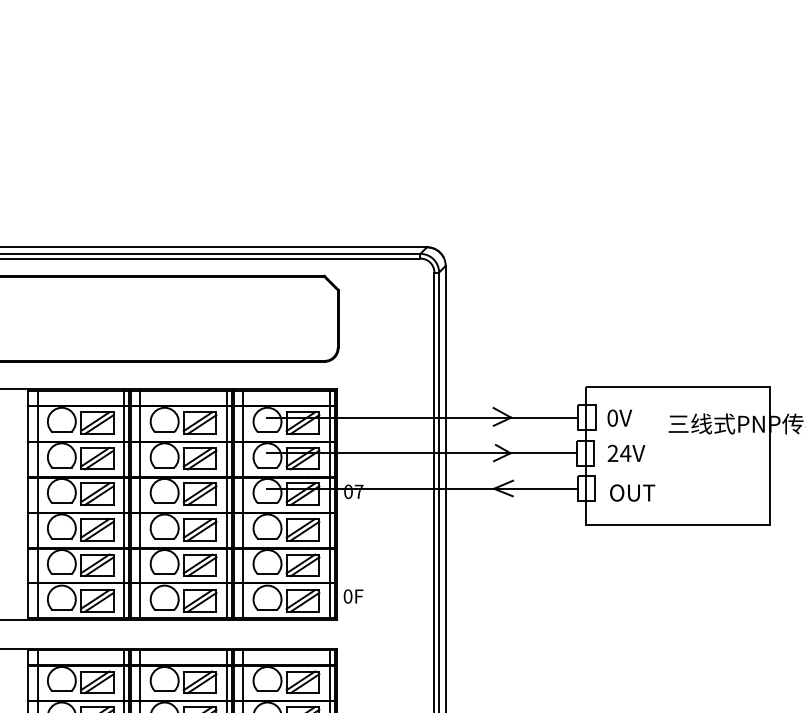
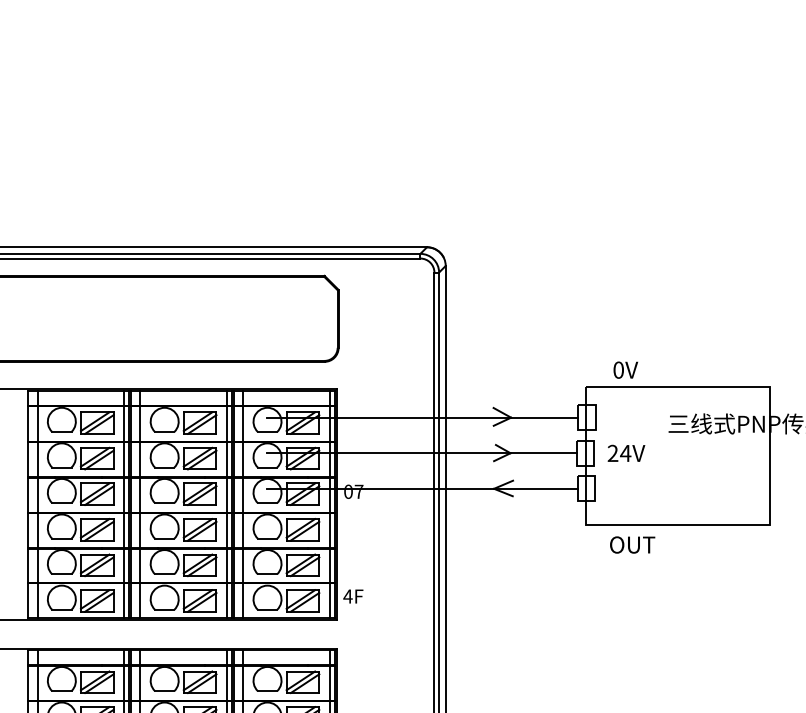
text at (619, 417) position: (619, 417) -> (625, 369)
text at (632, 492) position: (632, 492) -> (632, 544)
text at (347, 596): 0F -> 4F
